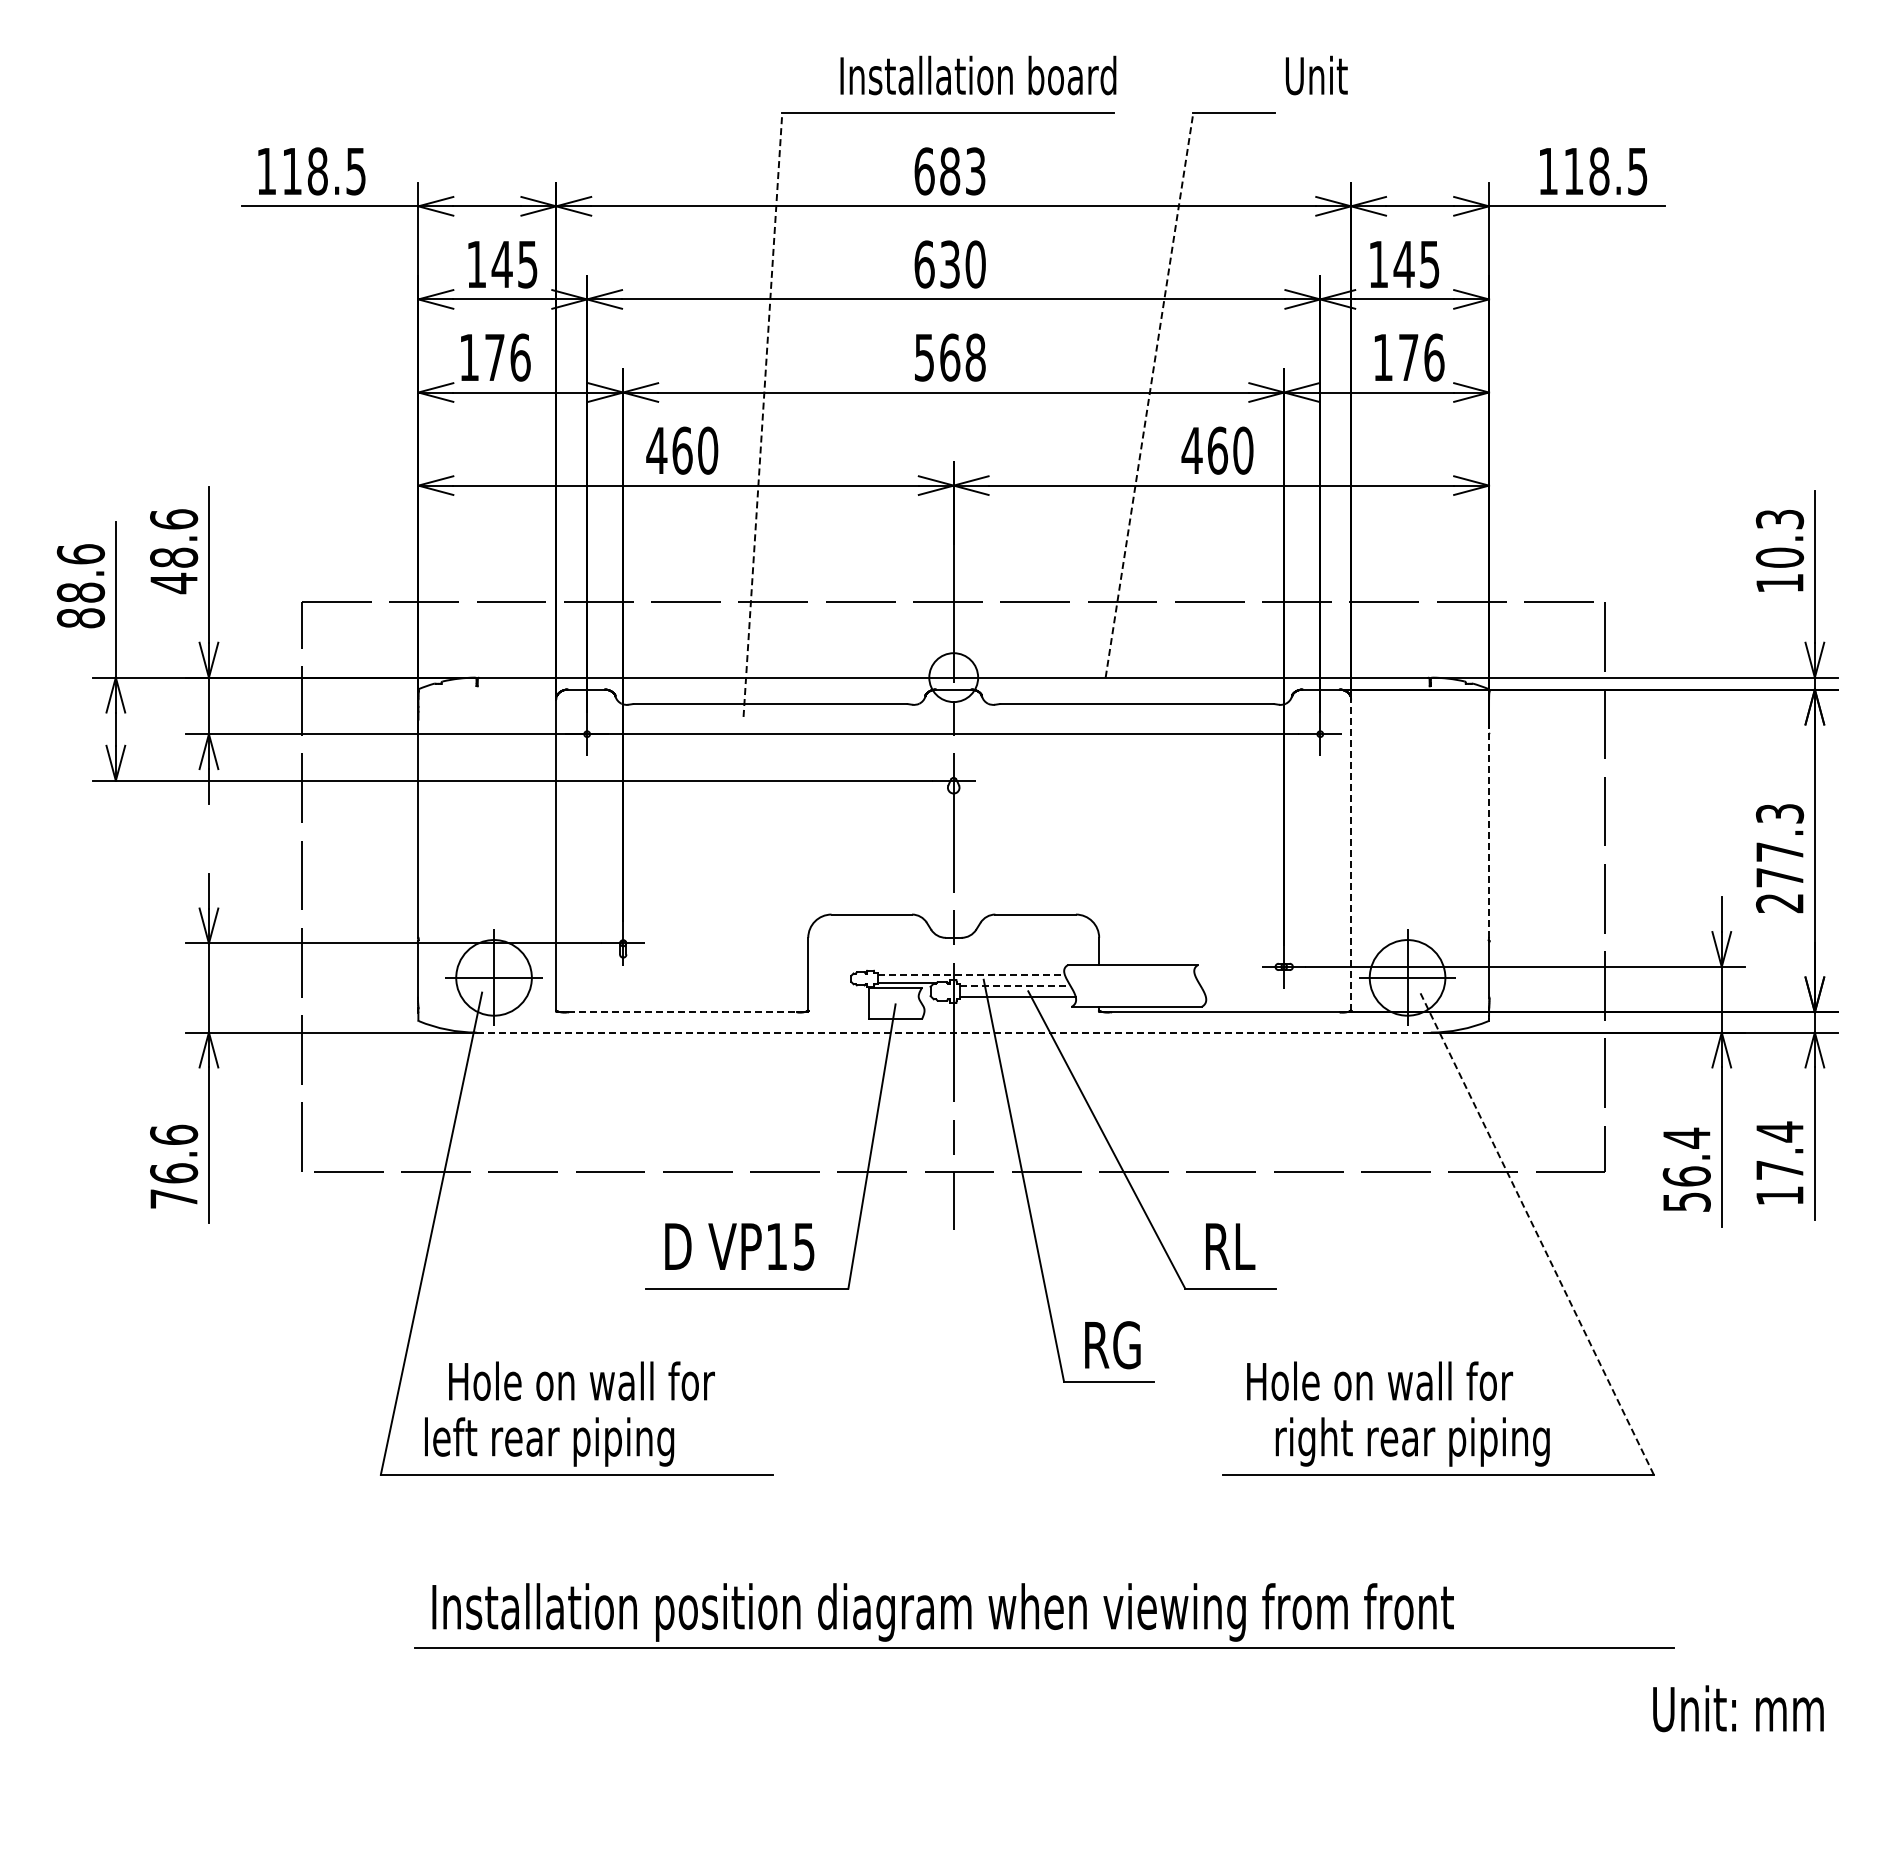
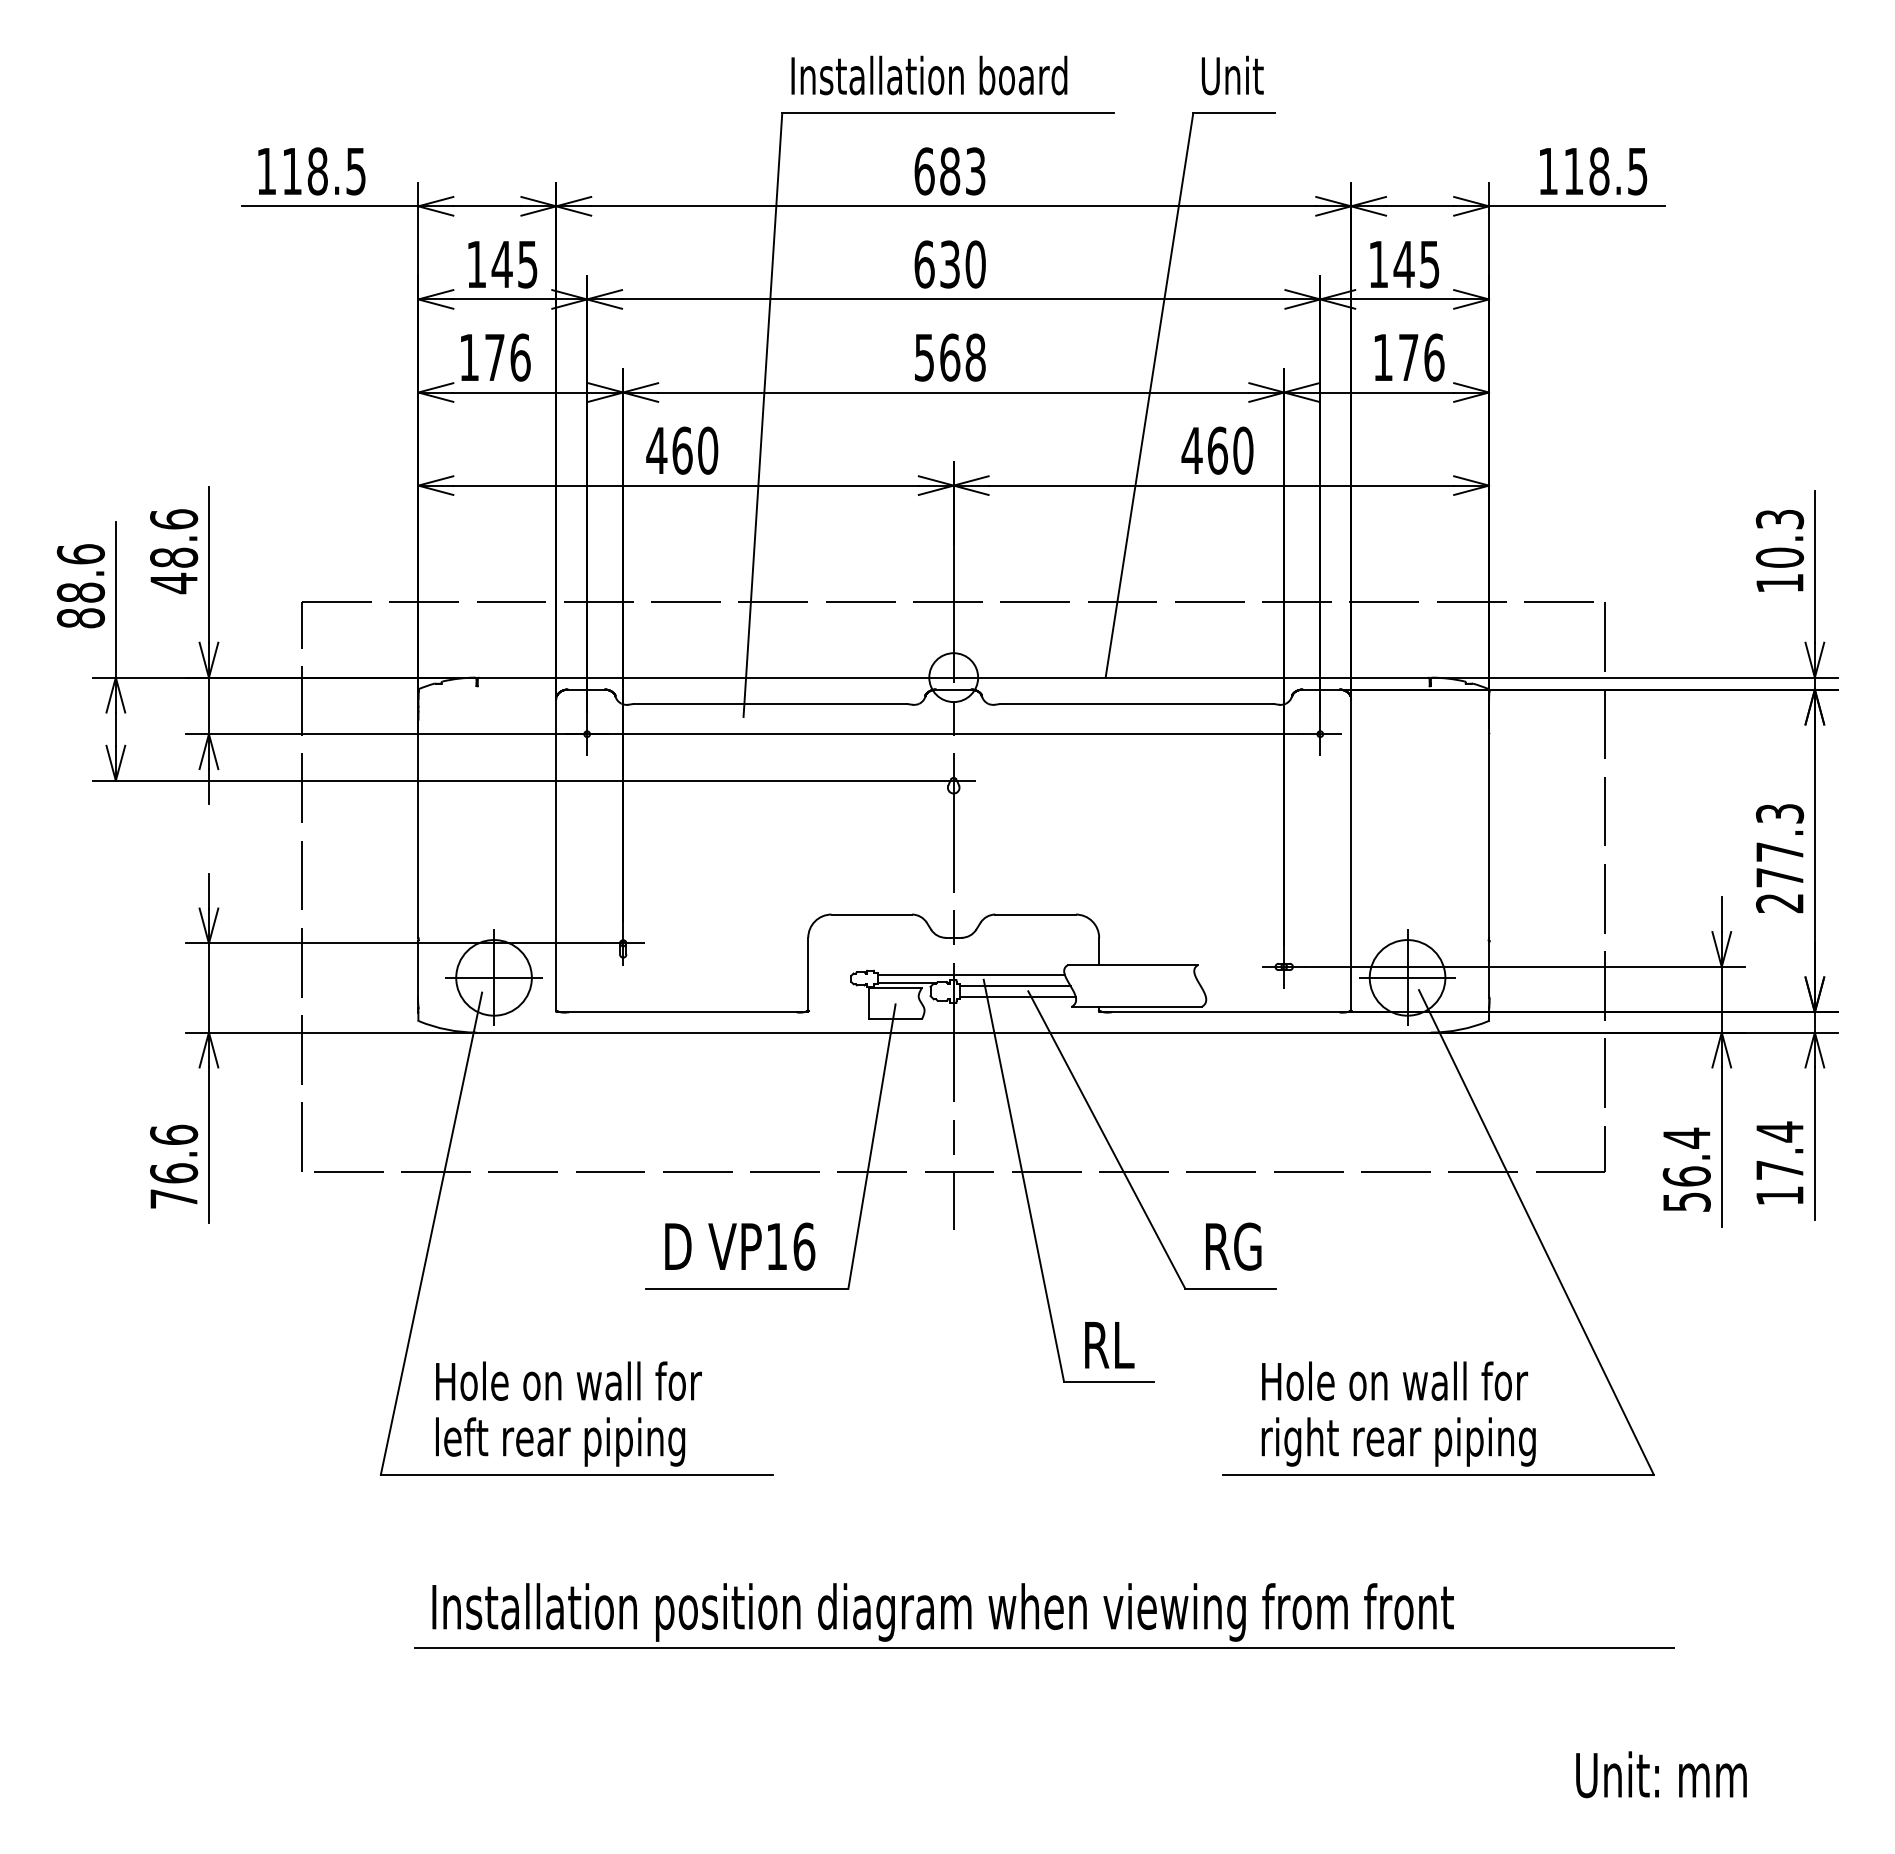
text at (978, 75) position: (978, 75) -> (929, 75)
text at (1316, 75) position: (1316, 75) -> (1232, 75)
line at (1149, 395): dashed -> solid
line at (762, 414): dashed -> solid
line at (1489, 832): dashed -> solid
line at (1351, 855): dashed -> solid
line at (971, 975): dashed -> solid
line at (1015, 985): dashed -> solid
line at (682, 1012): dashed -> solid
line at (954, 1032): dashed -> solid
line at (1536, 1231): dashed -> solid
text at (804, 1246): VP15 -> VP16
text at (1247, 1246): RL -> RG
text at (1126, 1345): RG -> RL
text at (581, 1380) position: (581, 1380) -> (568, 1380)
text at (1379, 1380) position: (1379, 1380) -> (1394, 1380)
text at (549, 1441) position: (549, 1441) -> (560, 1441)
text at (1412, 1441) position: (1412, 1441) -> (1398, 1441)
text at (1738, 1708) position: (1738, 1708) -> (1661, 1774)
